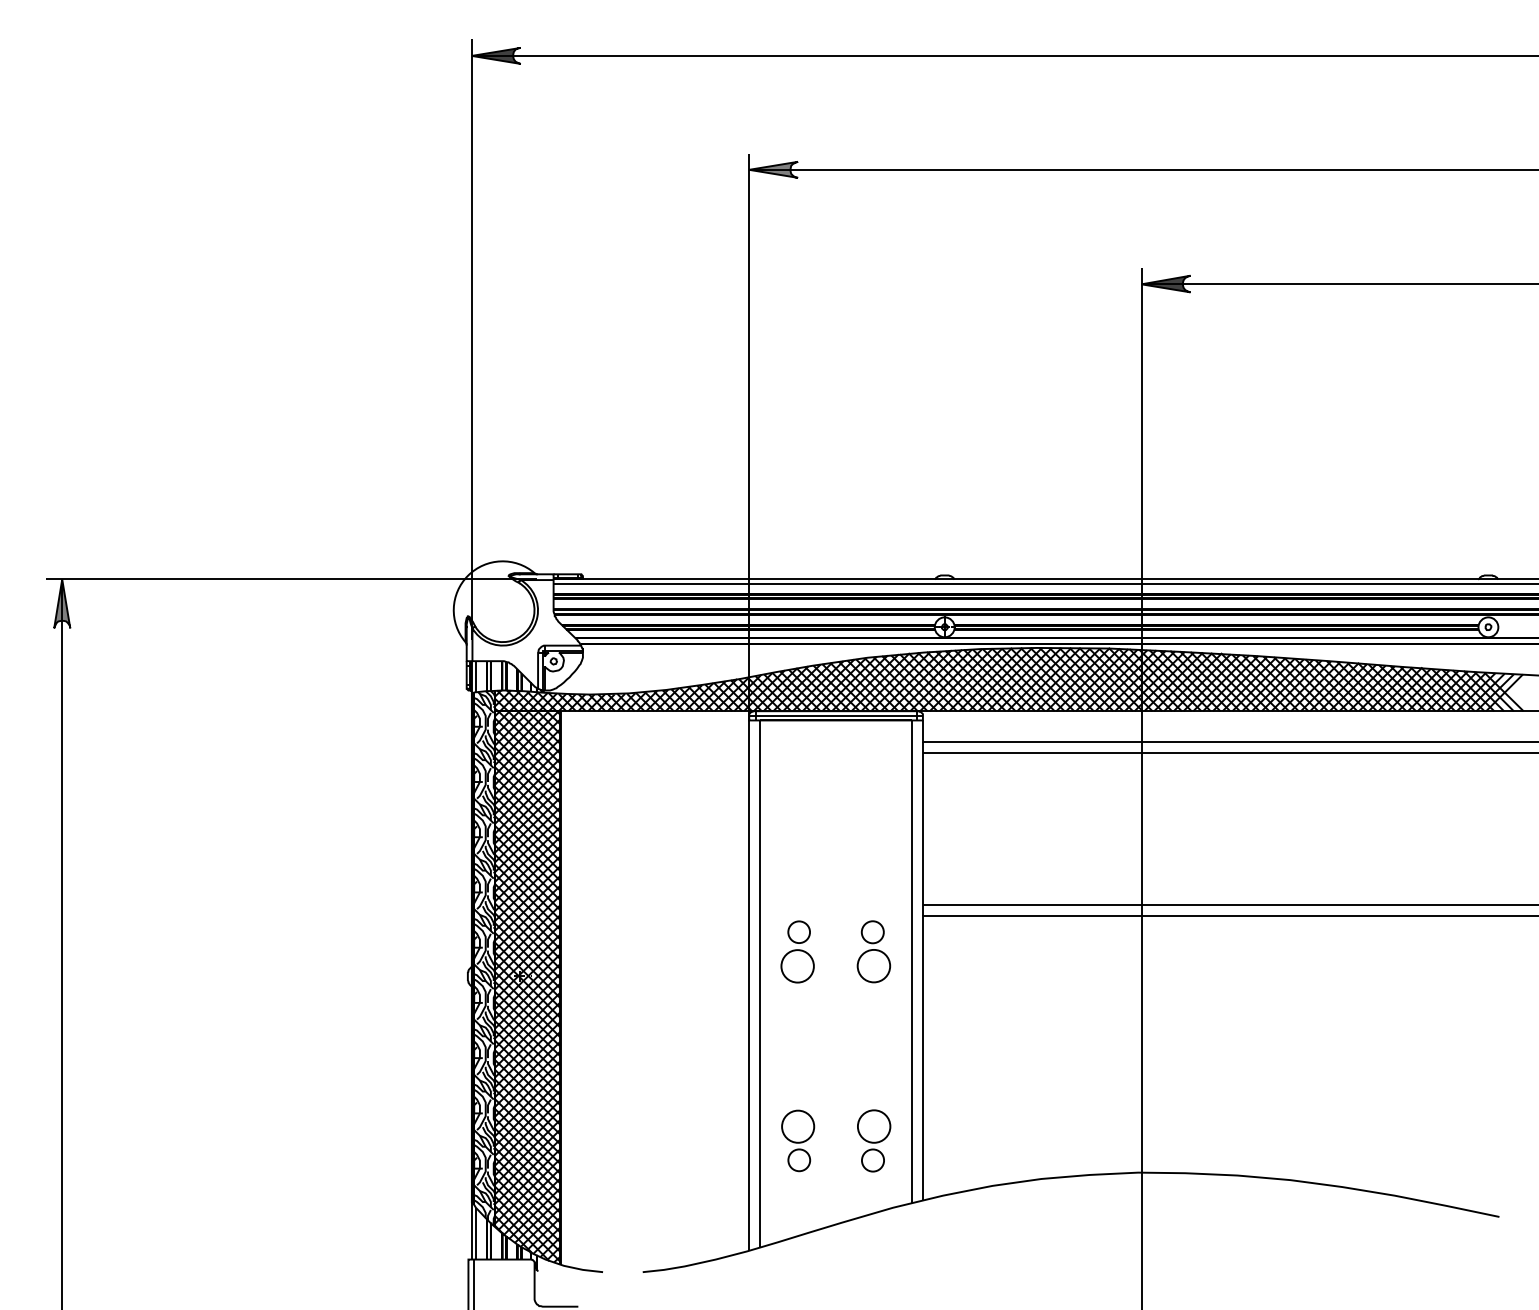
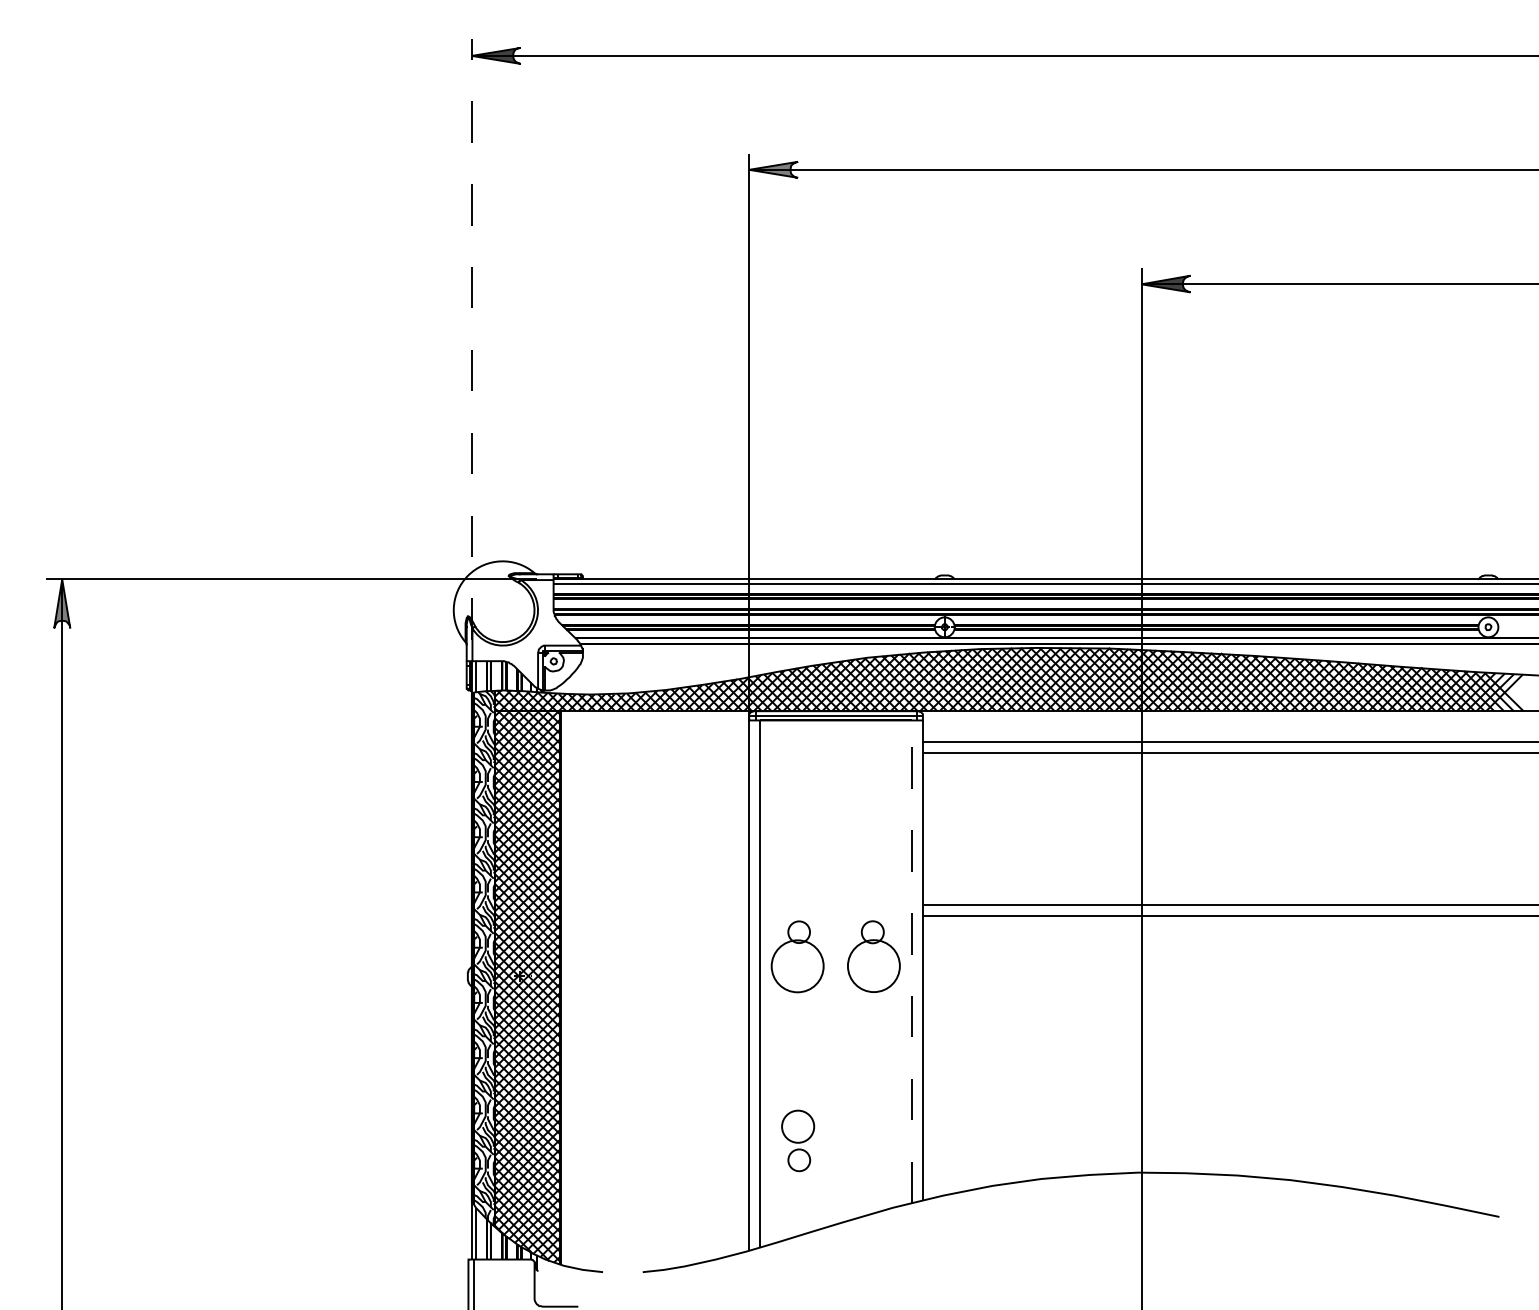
line at (471, 339): solid -> dashed
line at (912, 961): solid -> dashed
circle at (873, 965) diameter: 32 px -> 52 px
circle at (797, 966) diameter: 32 px -> 52 px
part at (874, 1140): present -> none
